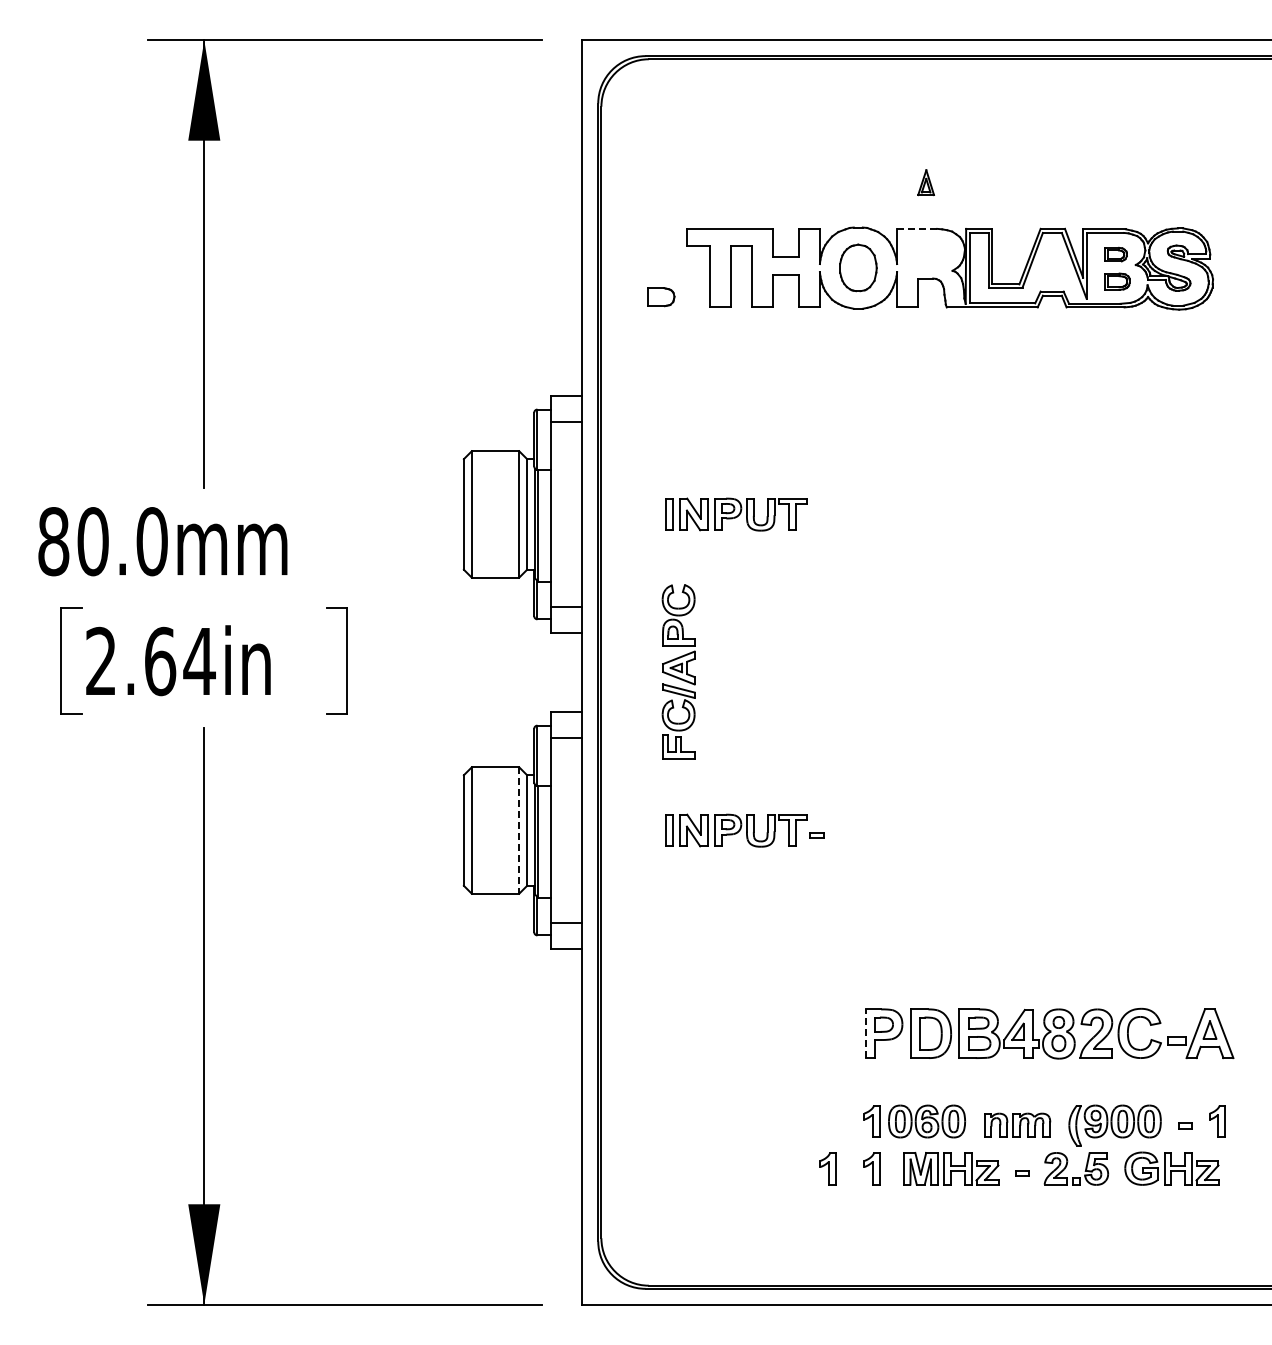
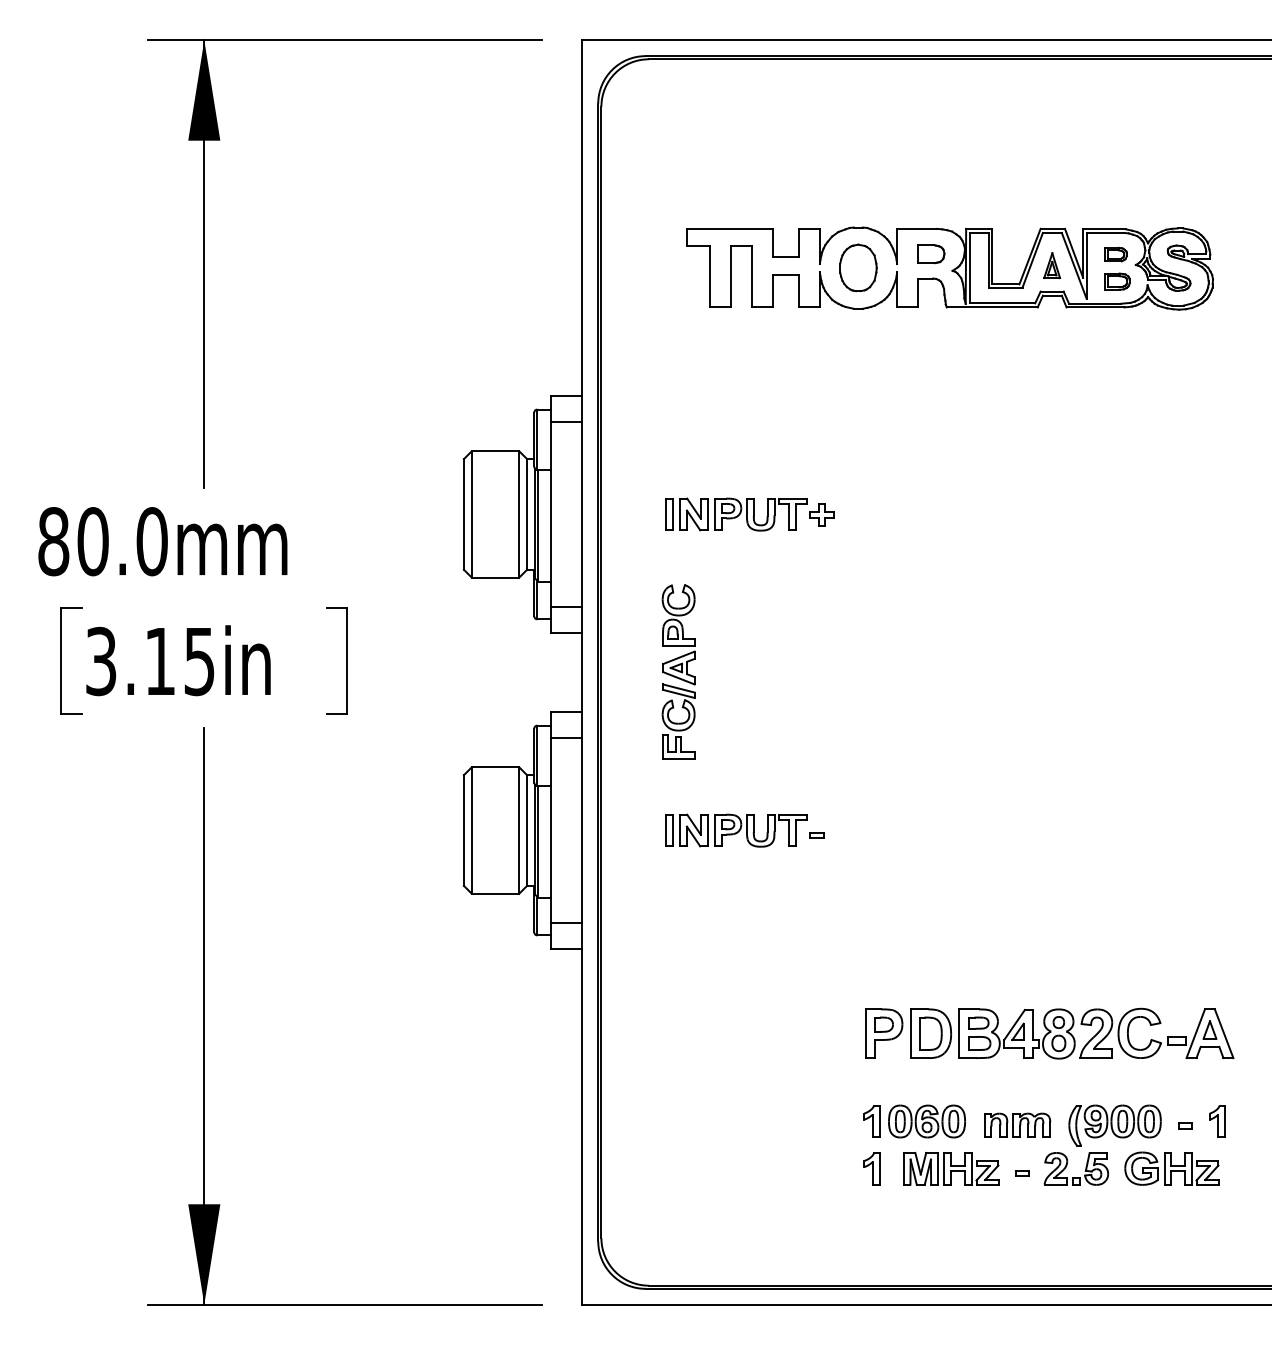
part at (925, 182) position: (925, 182) -> (1051, 265)
line at (917, 228): dashed -> solid
part at (661, 297) position: (661, 297) -> (931, 254)
part at (821, 514): none -> present
text at (150, 661): 2.64in -> 3.15in
line at (519, 831): dashed -> solid
line at (865, 1033): dashed -> solid
part at (827, 1168): present -> none
